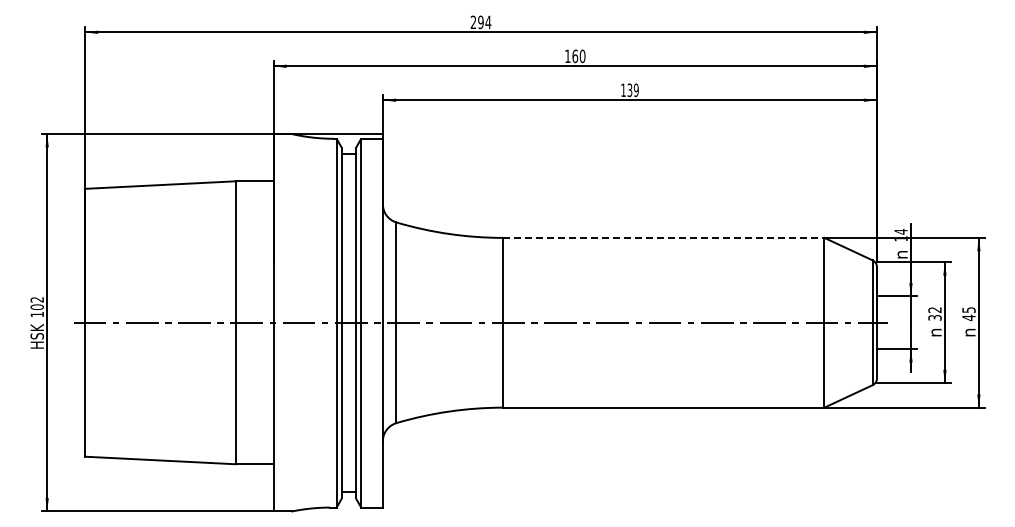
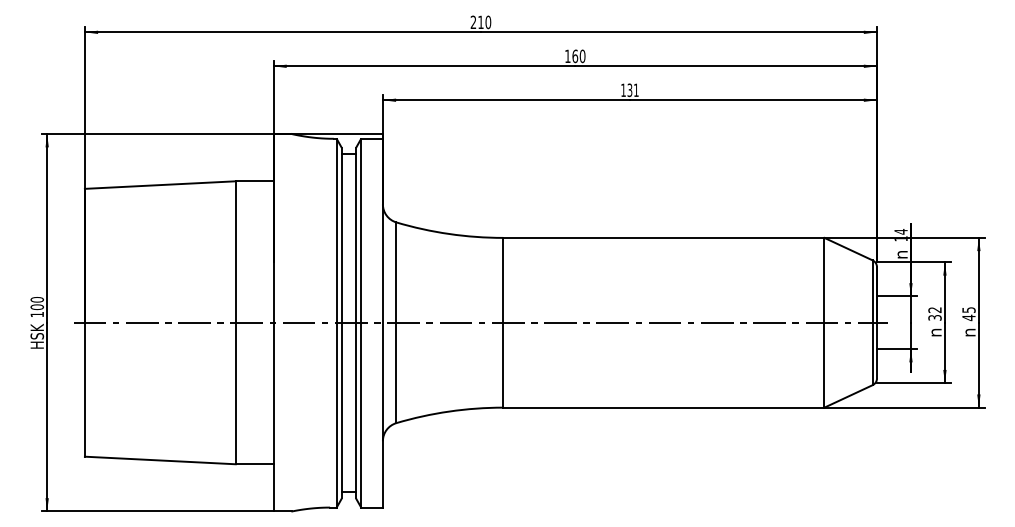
text at (484, 22): 294 -> 210
text at (635, 90): 139 -> 131
line at (663, 237): dashed -> solid
text at (36, 299): 102 -> 100
